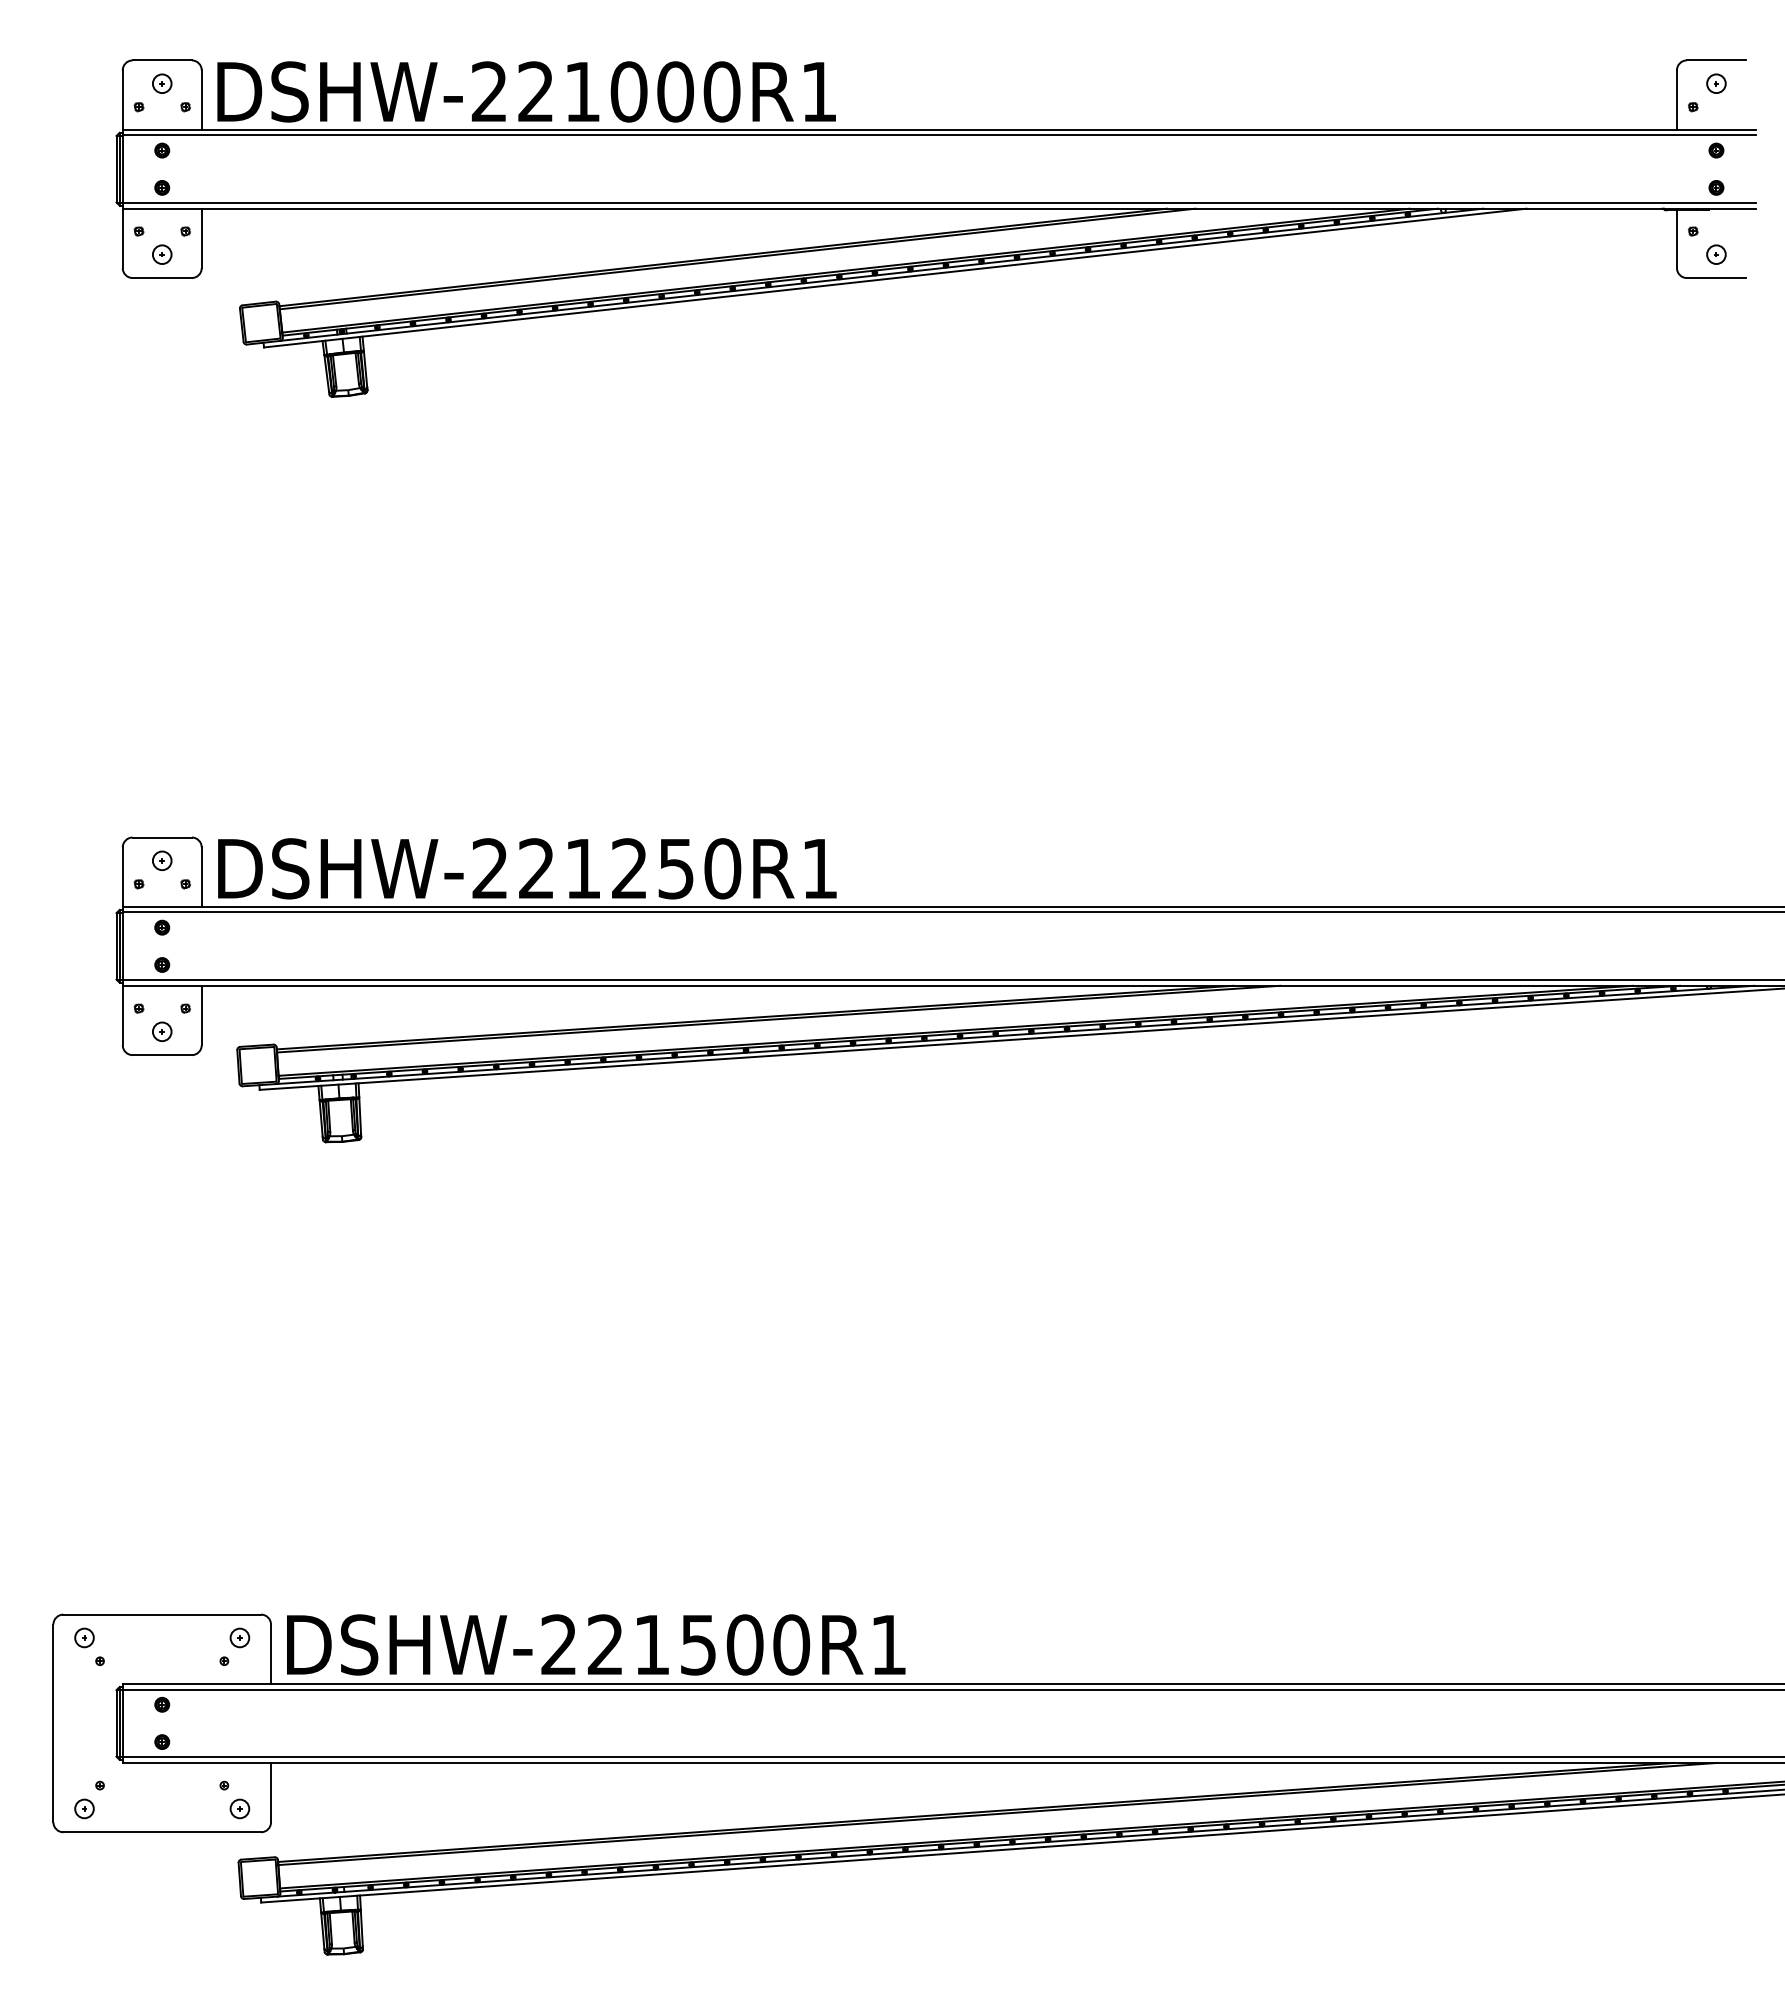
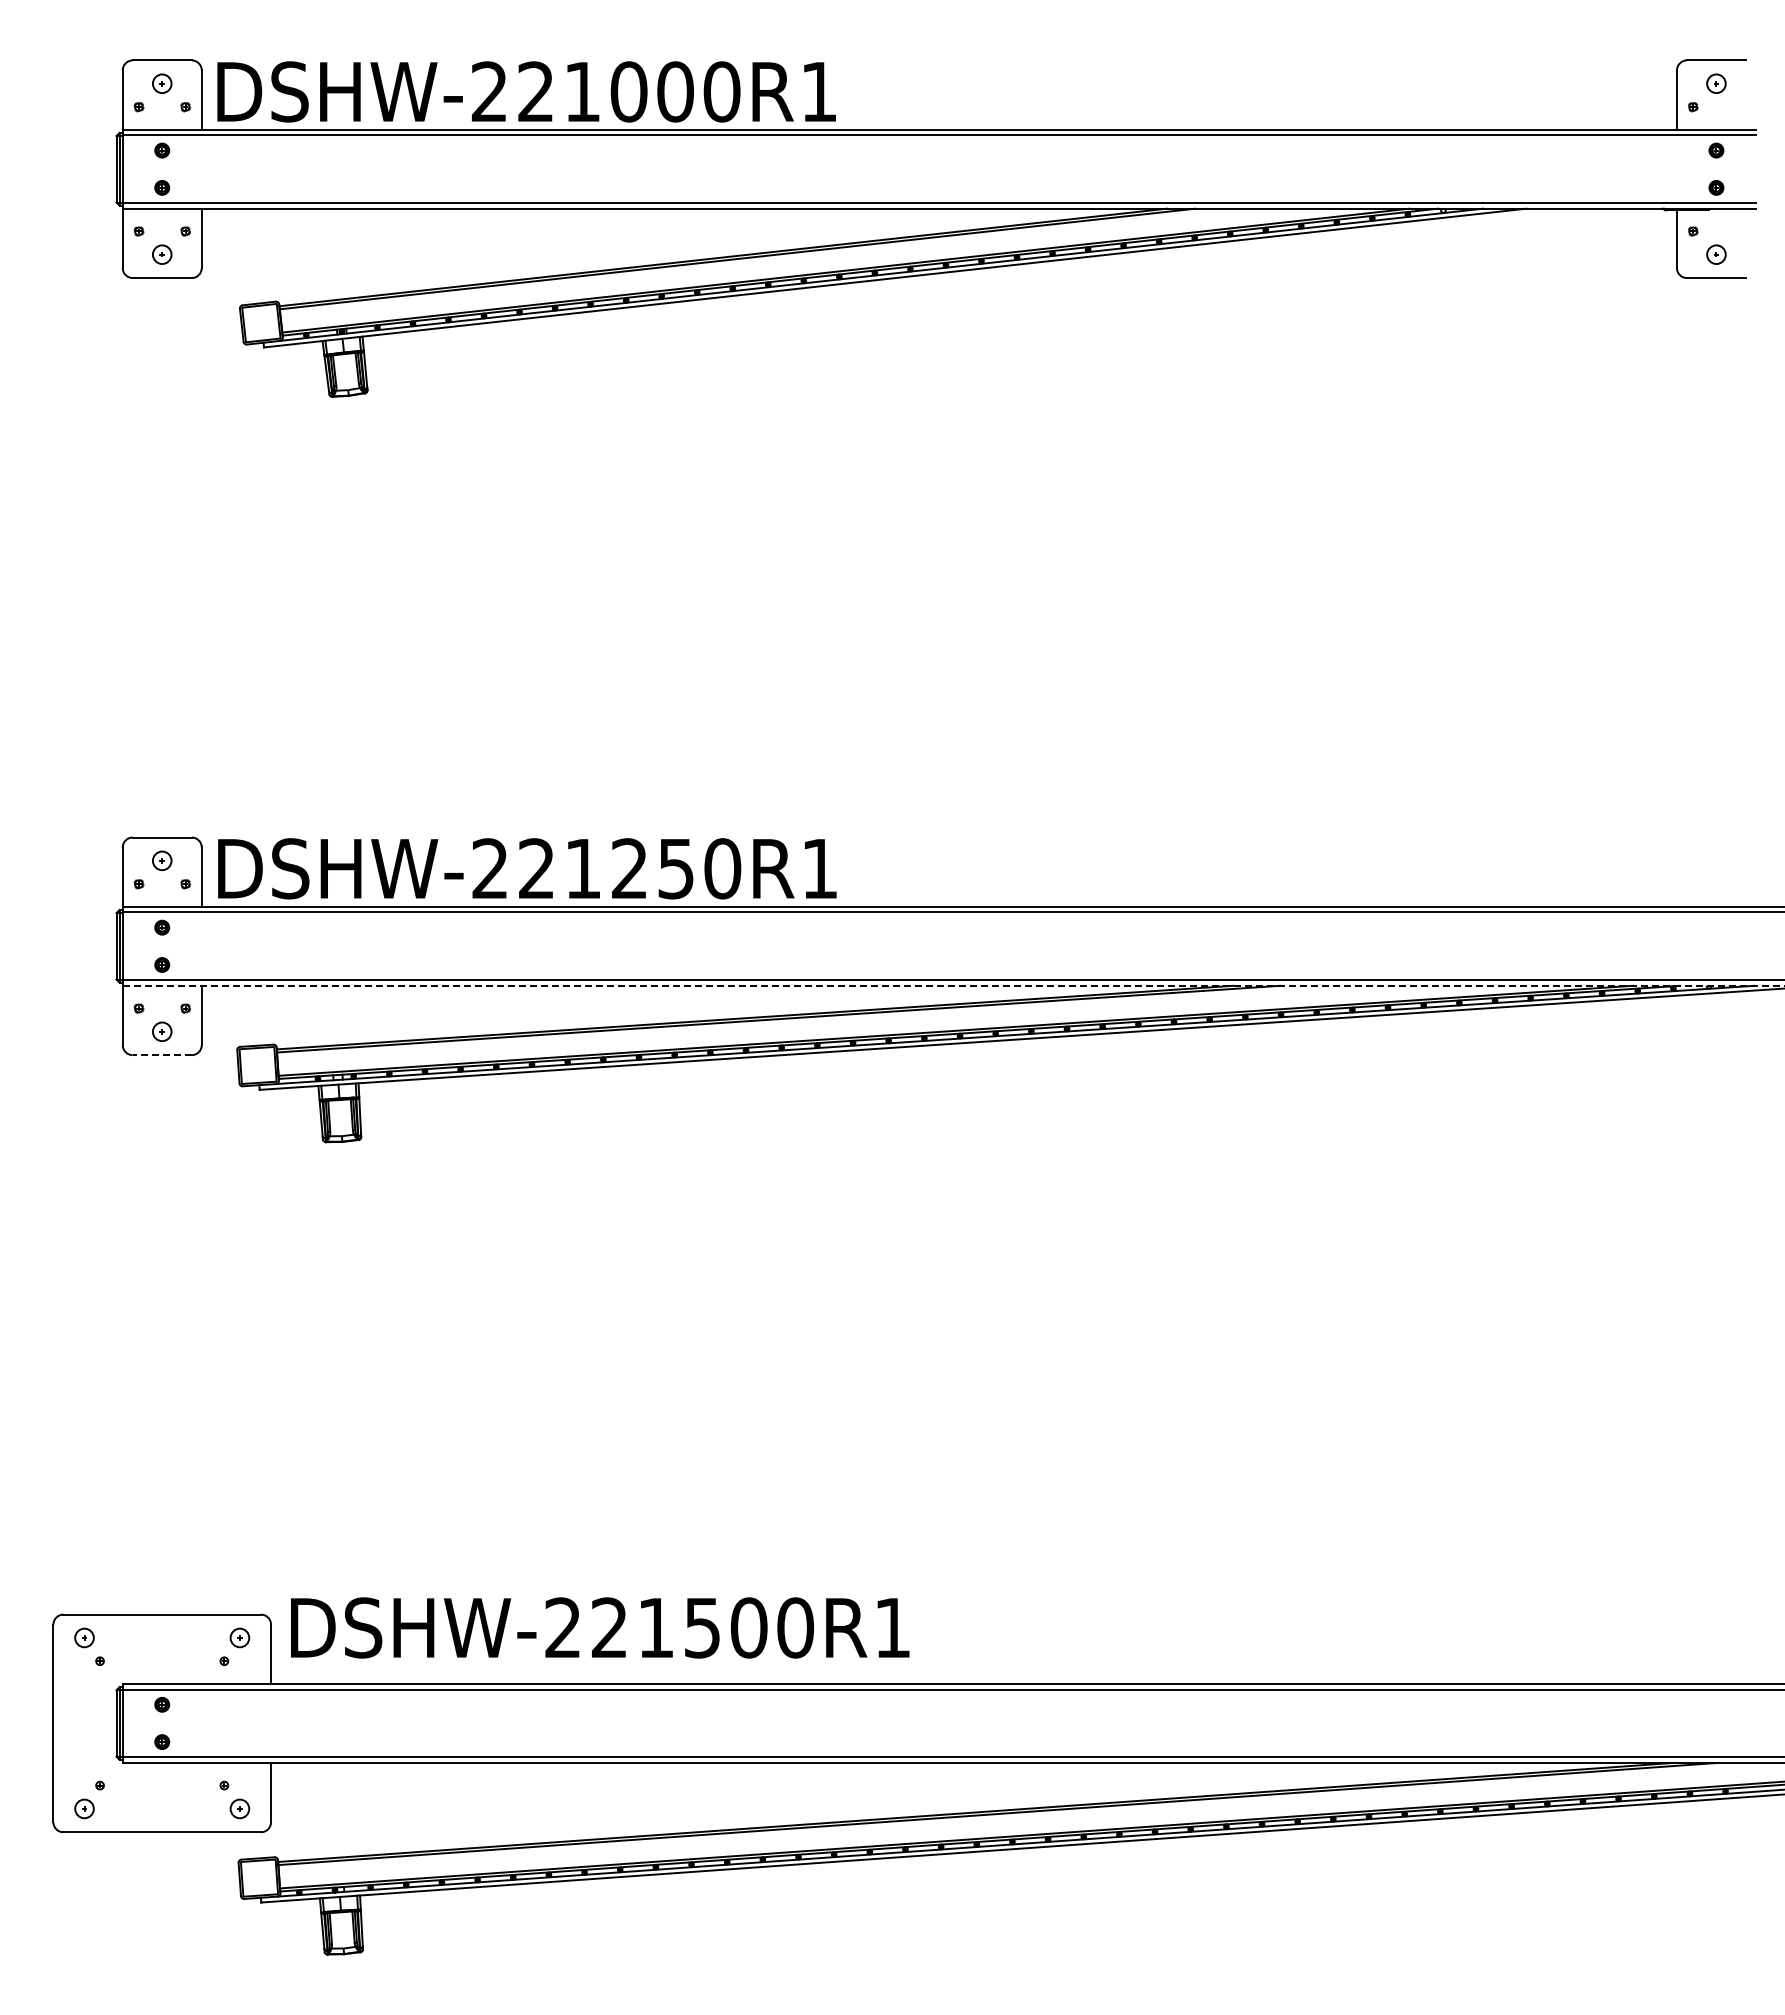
line at (953, 985): solid -> dashed
line at (162, 1055): solid -> dashed
text at (596, 1644) position: (596, 1644) -> (600, 1627)
